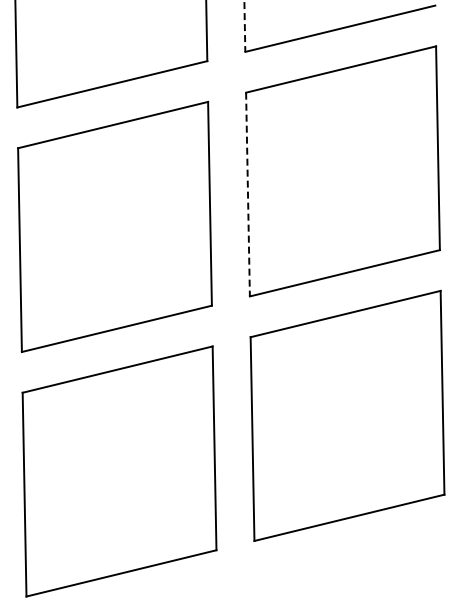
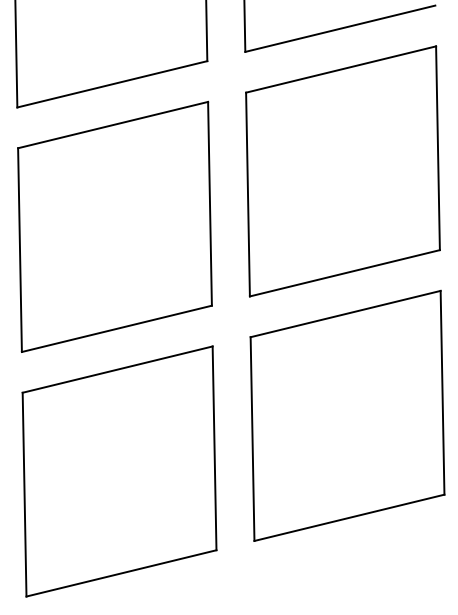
line at (244, 26): dashed -> solid
line at (248, 194): dashed -> solid
